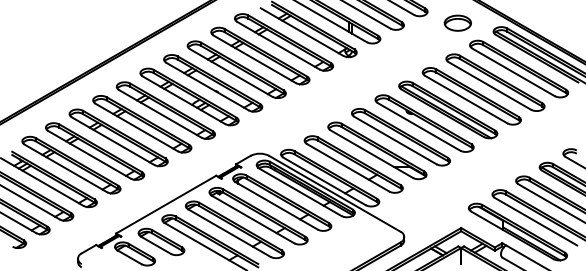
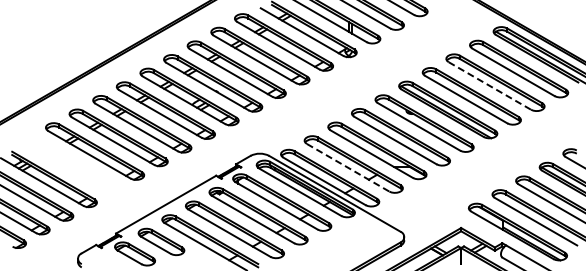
part at (457, 22): present -> none
line at (489, 85): solid -> dashed
part at (71, 164): present -> none
line at (348, 167): solid -> dashed
